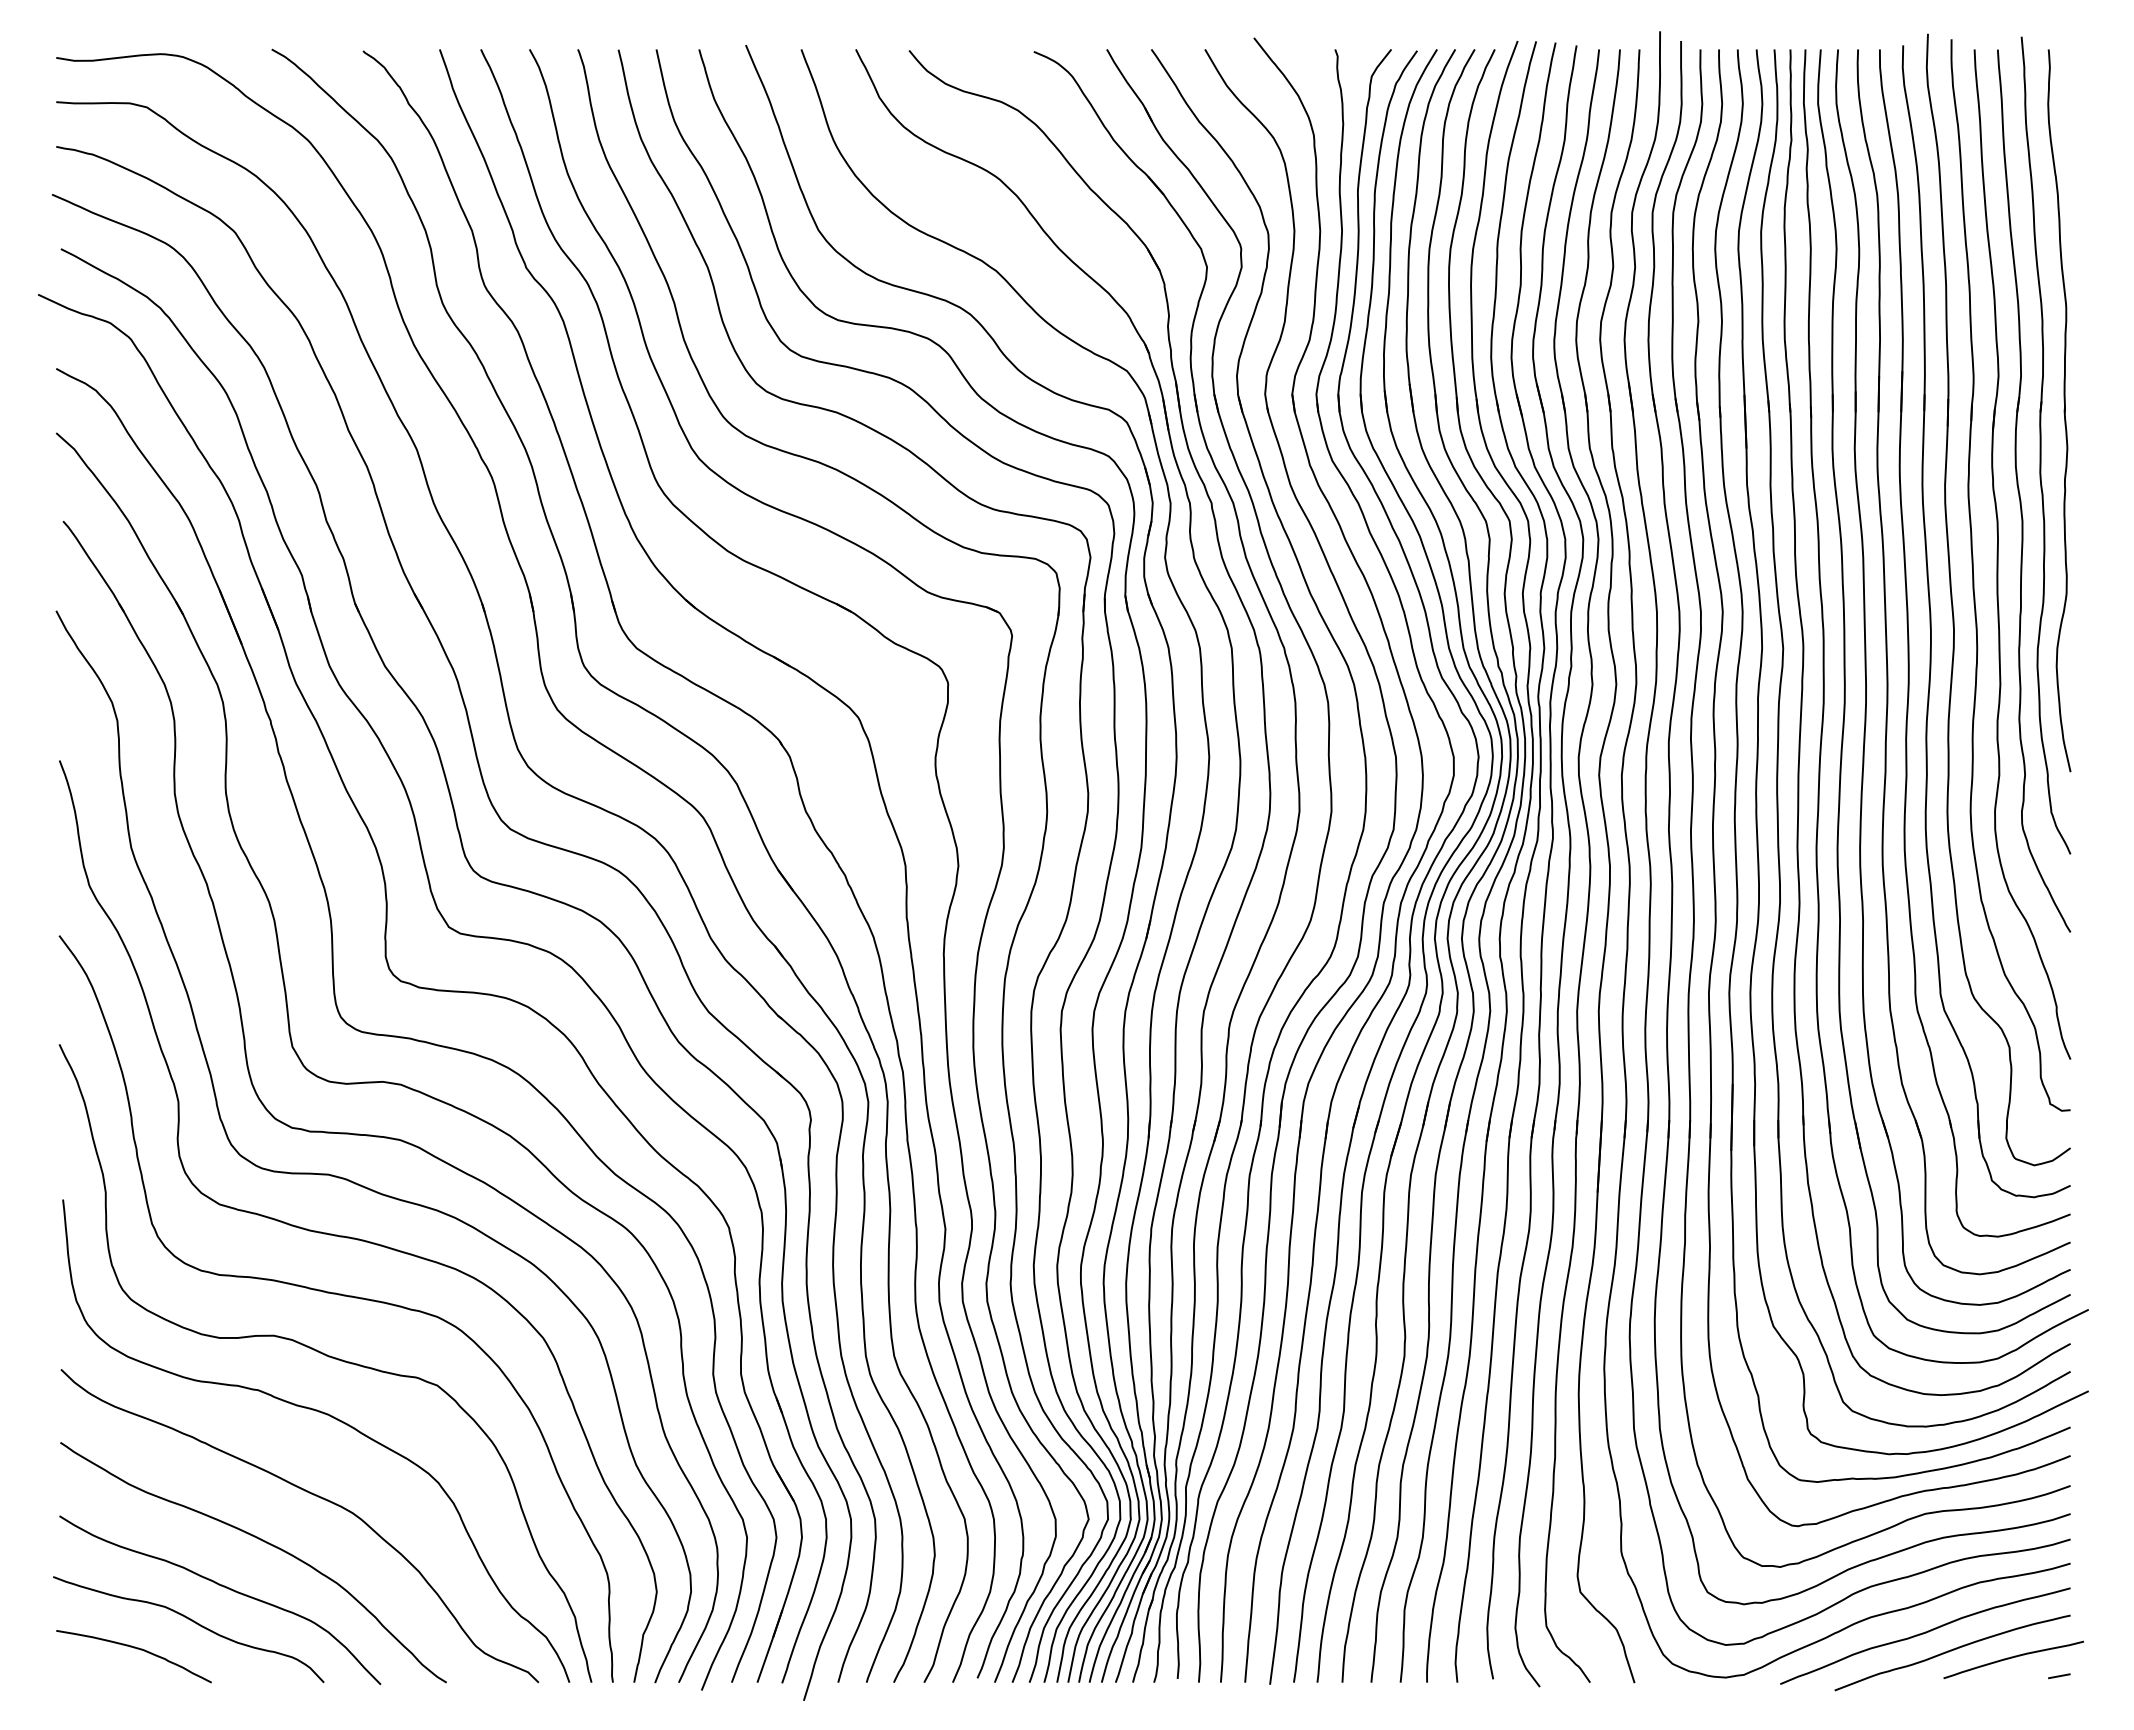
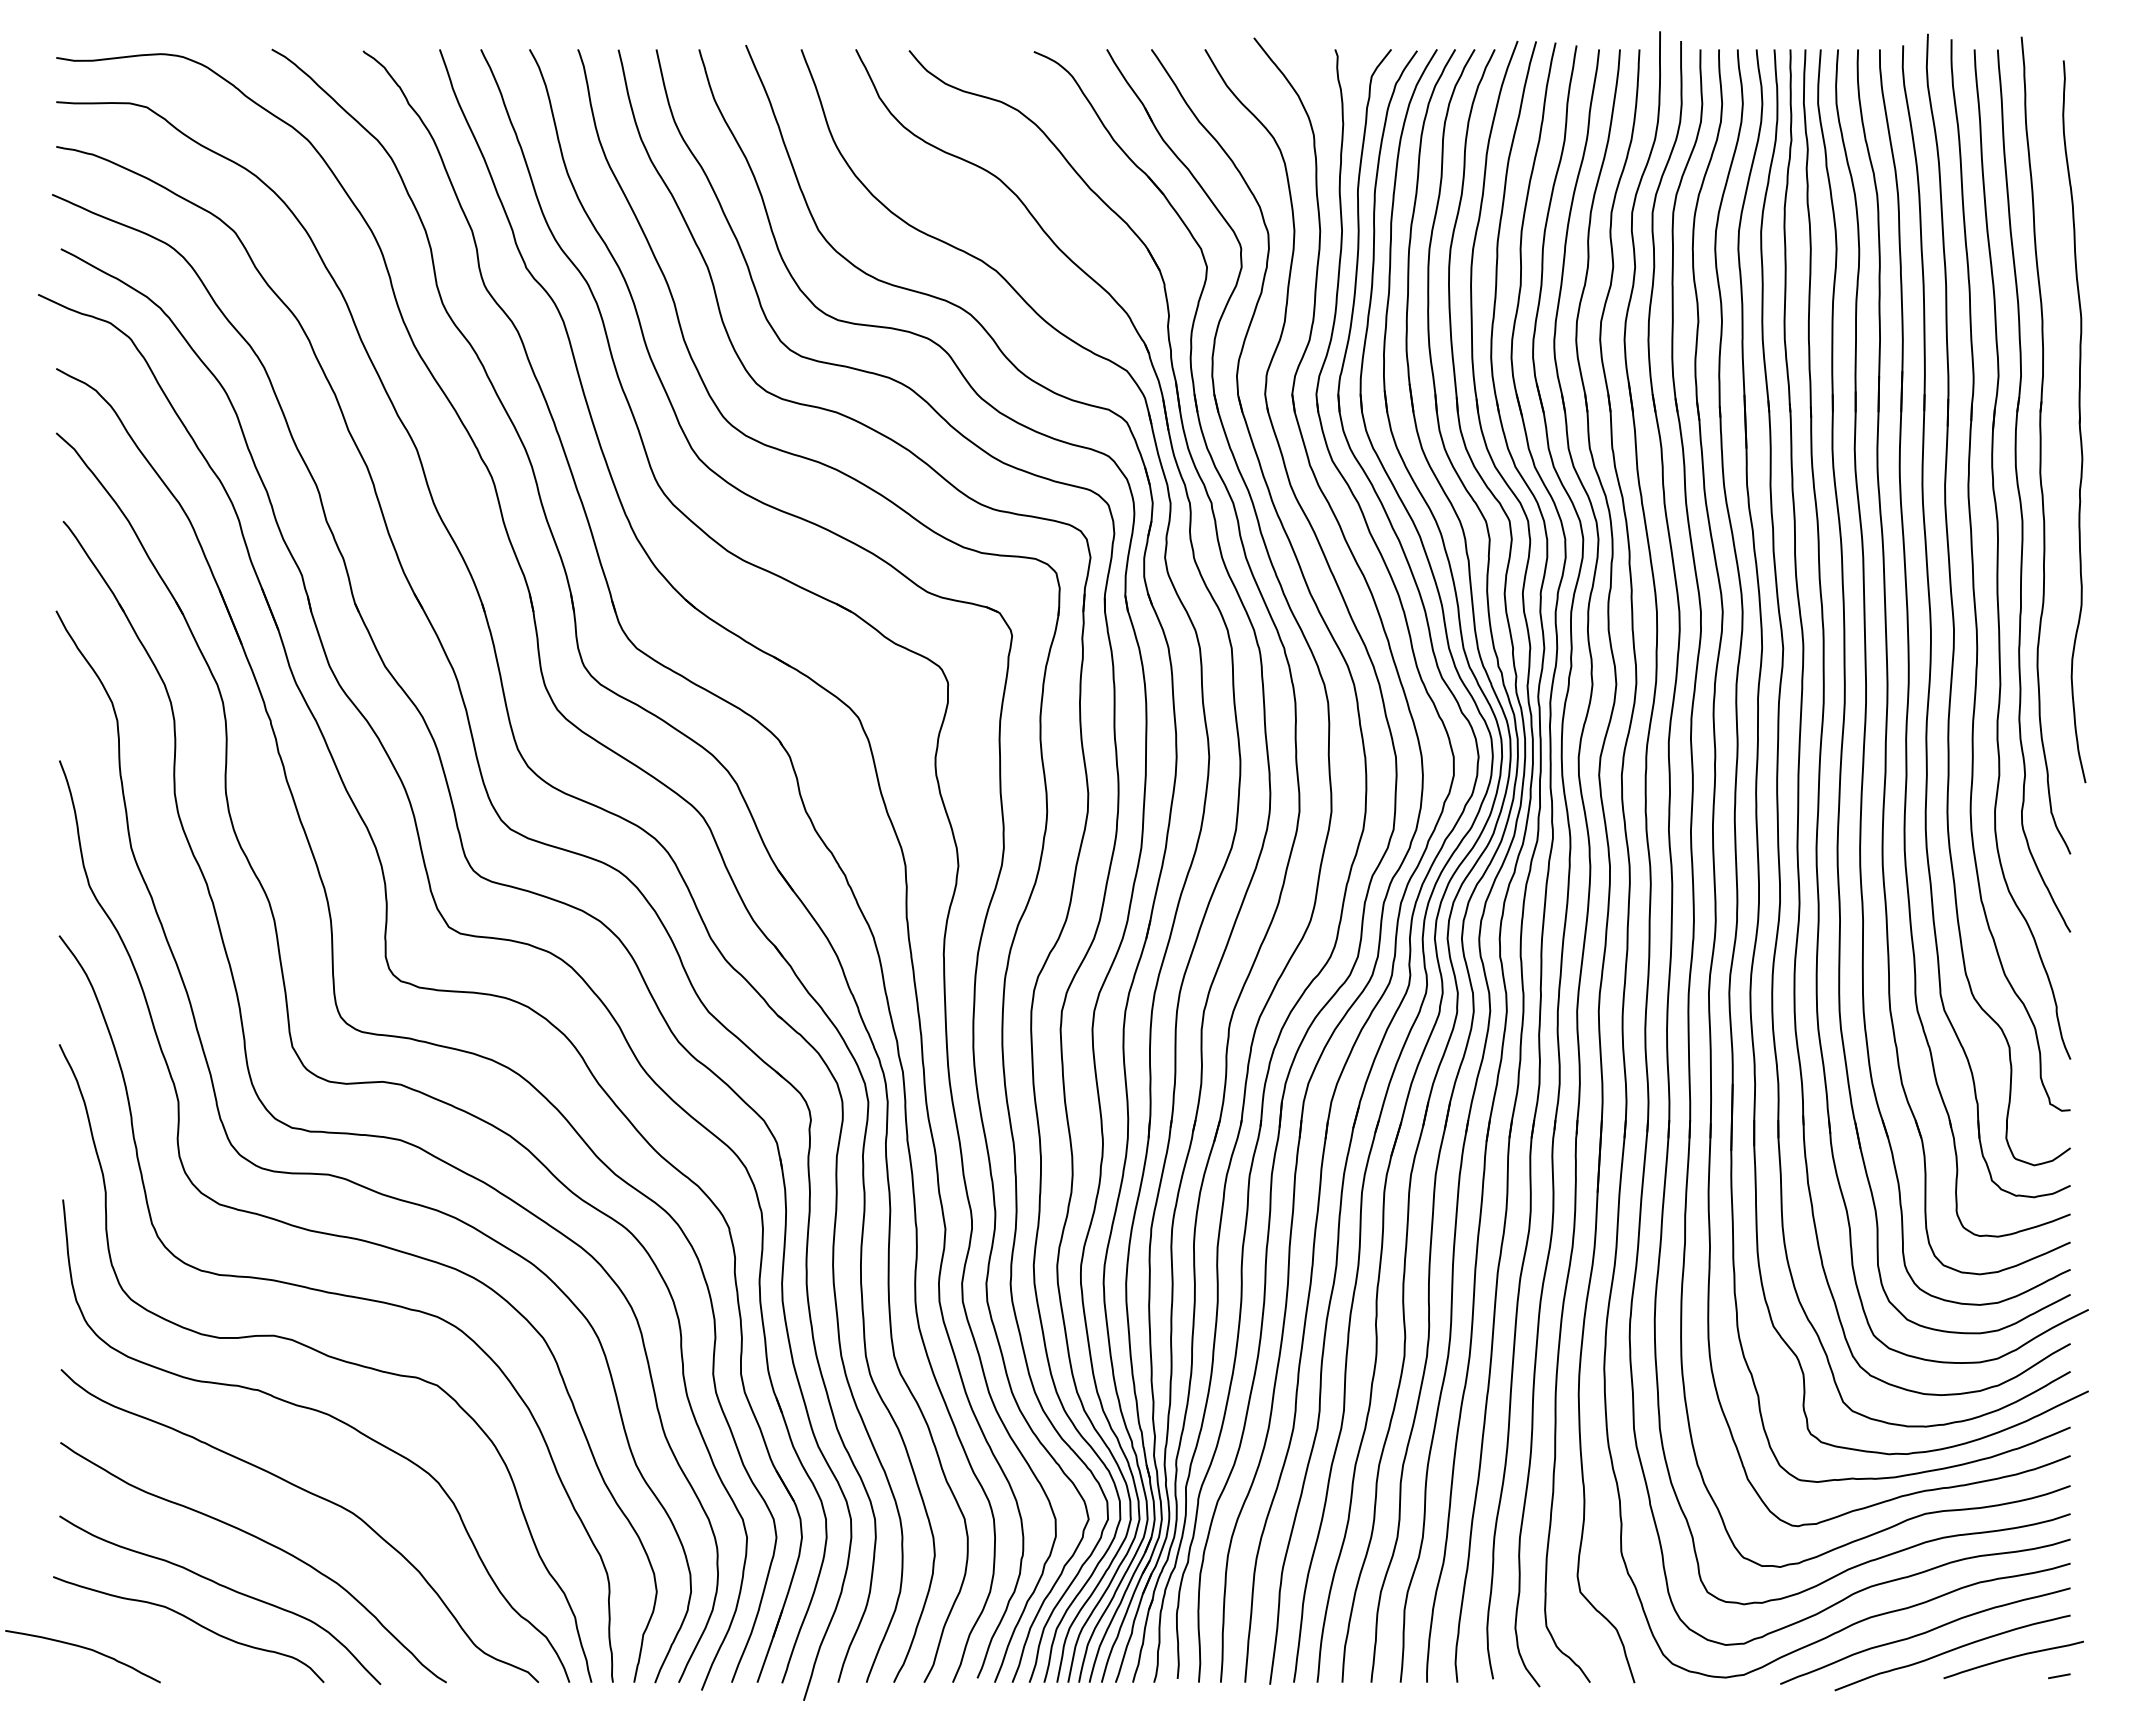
part at (2059, 410) position: (2059, 410) -> (2074, 421)
curve at (133, 1648) position: (133, 1648) -> (82, 1648)
